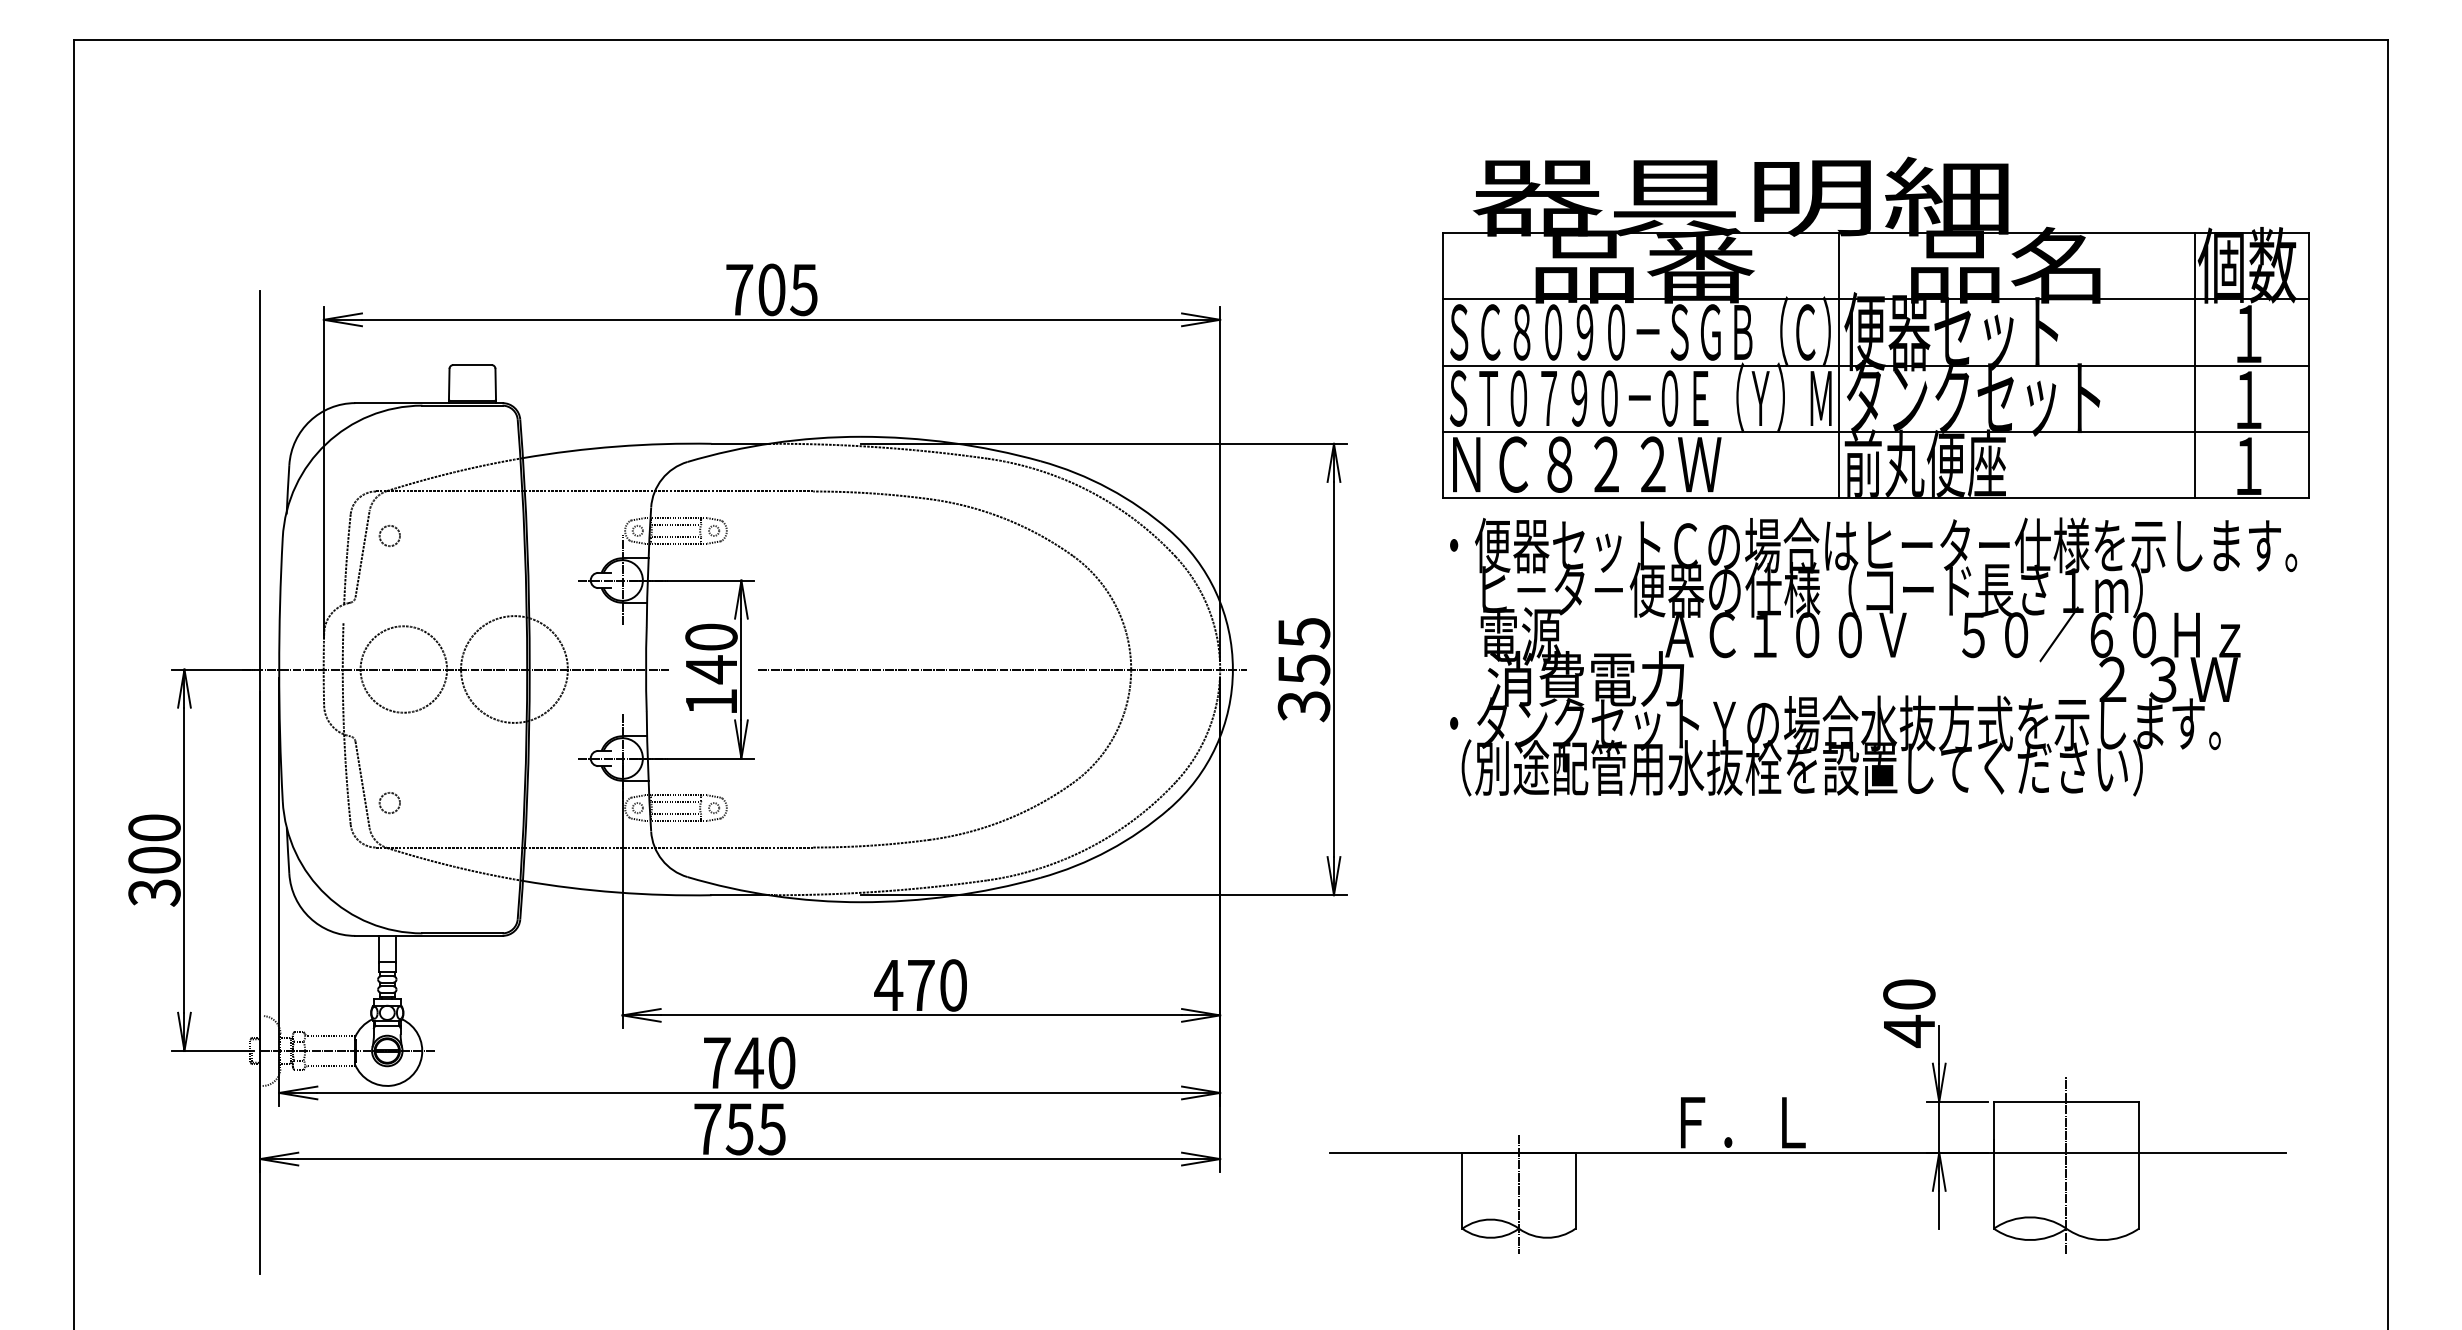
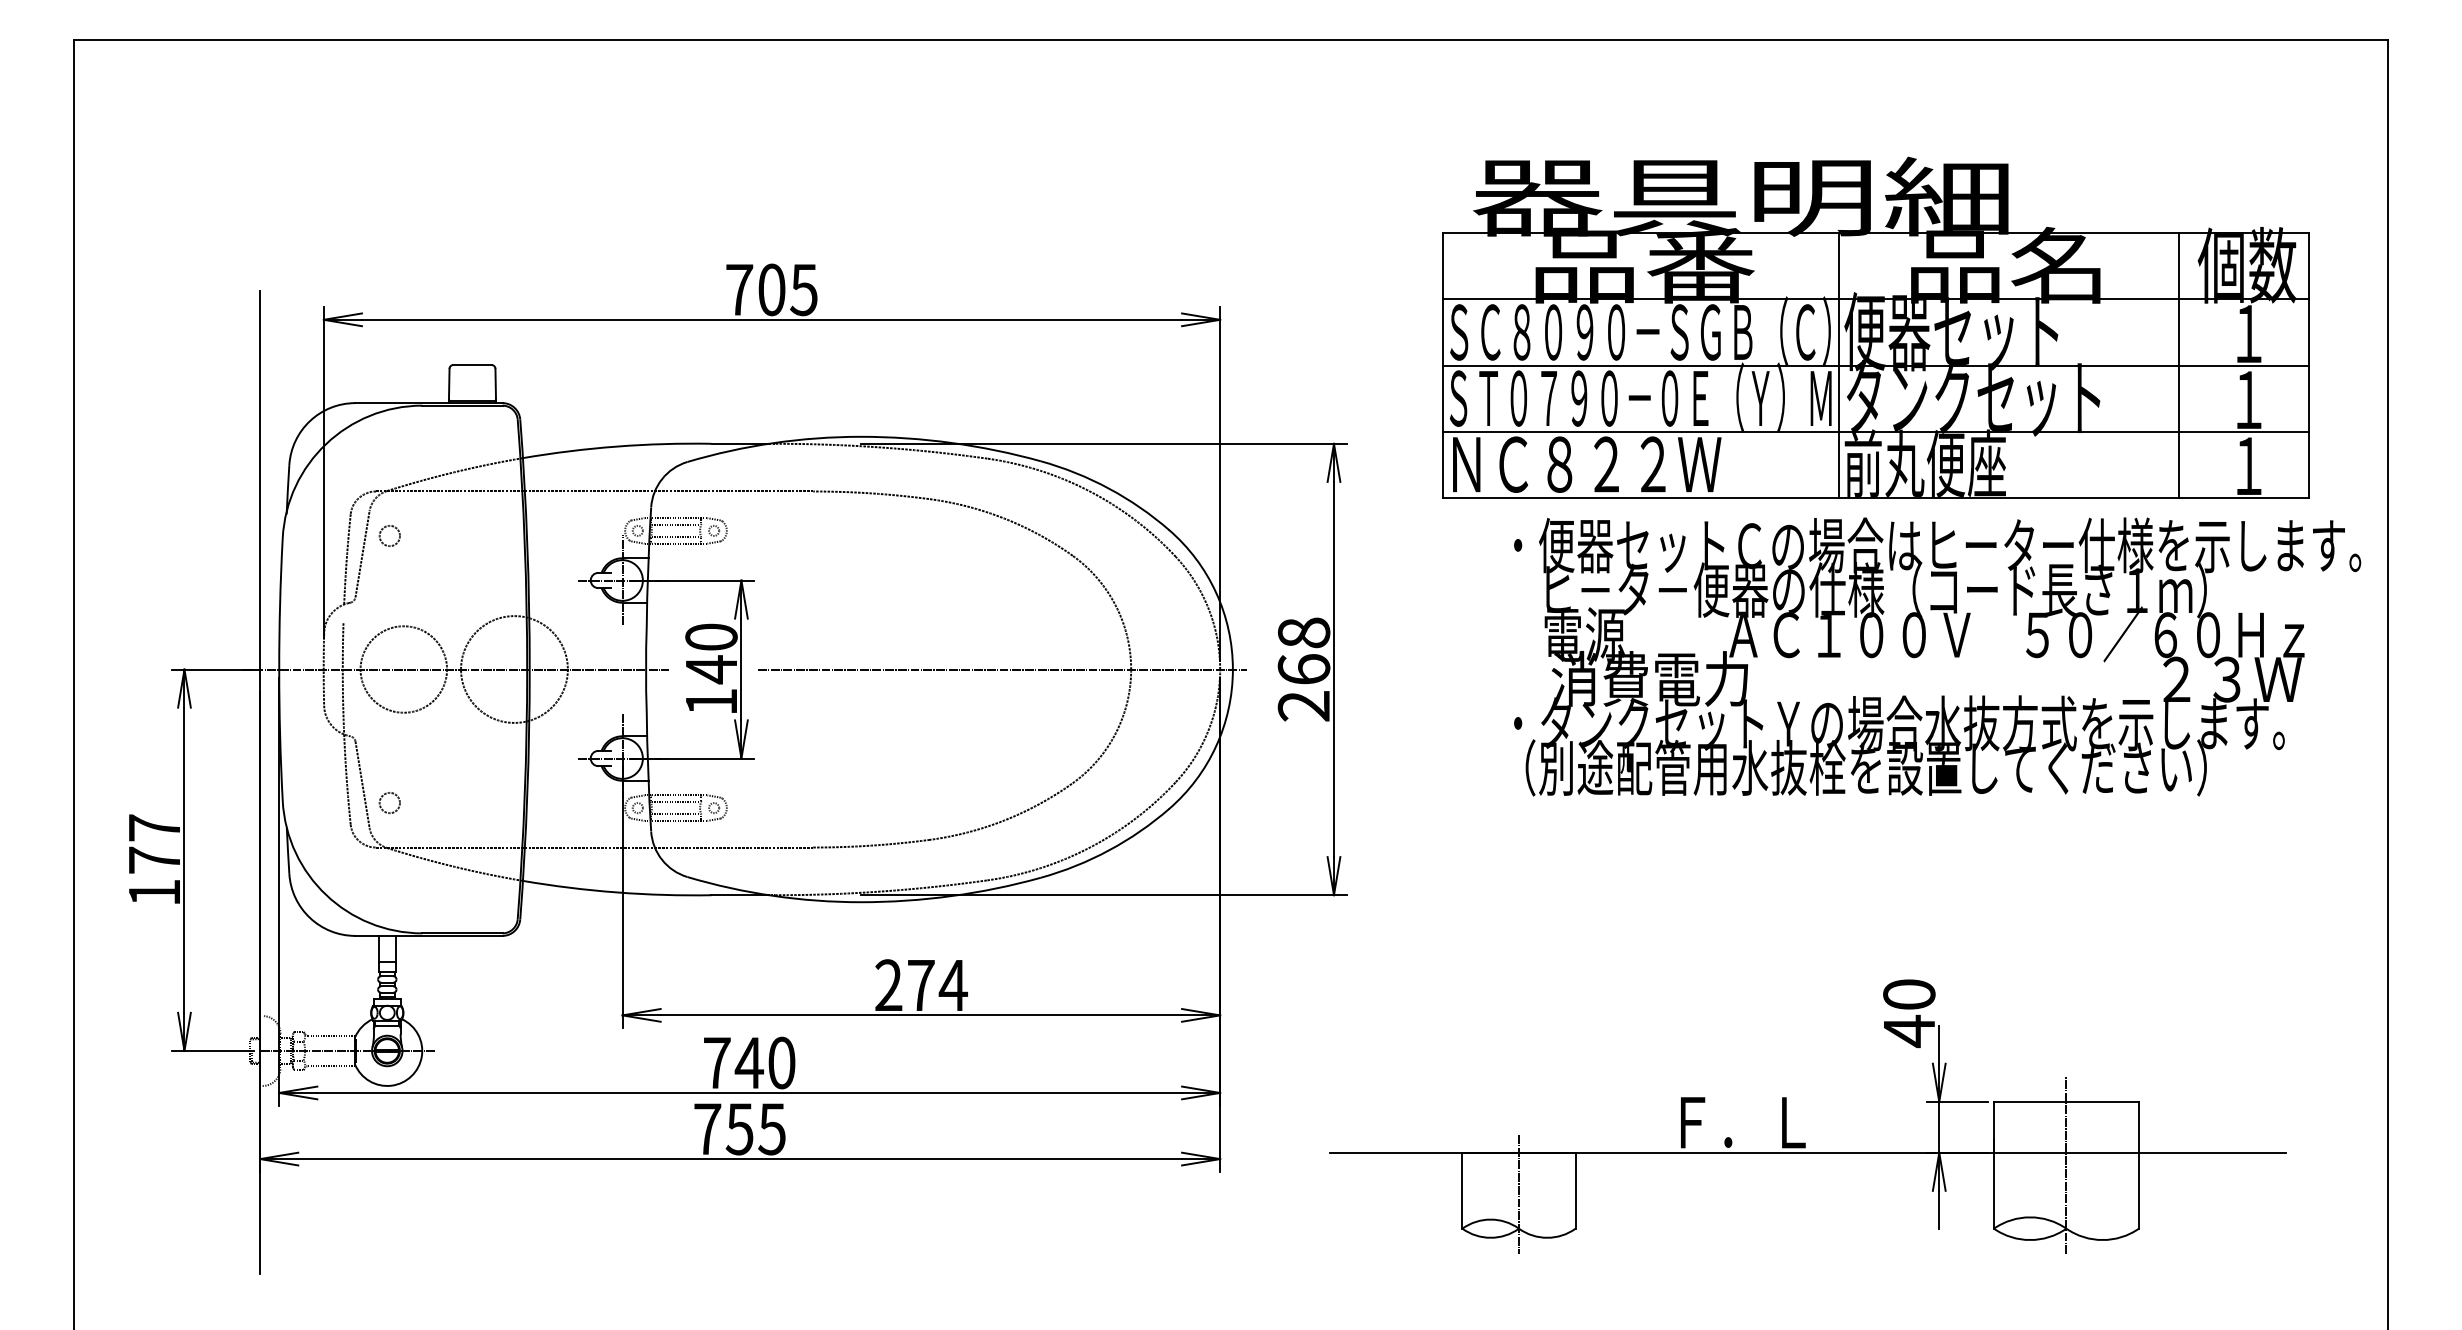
line at (2194, 365) position: (2194, 365) -> (2178, 365)
text at (1873, 656) position: (1873, 656) -> (1937, 656)
text at (1303, 669): 355 -> 268
text at (154, 860): 300 -> 177
text at (920, 985): 470 -> 274
